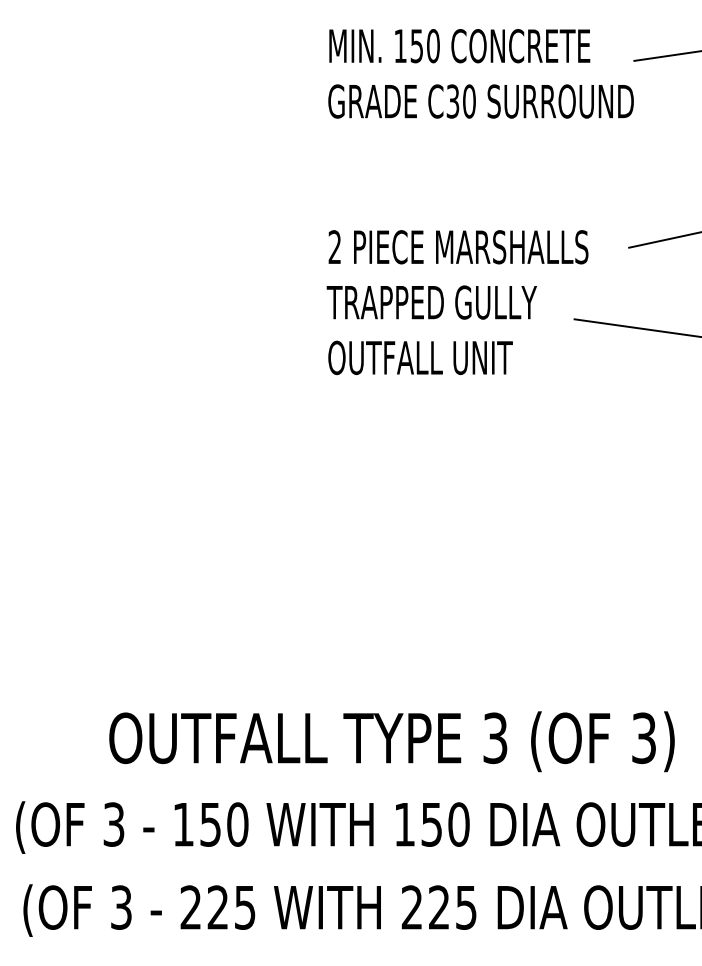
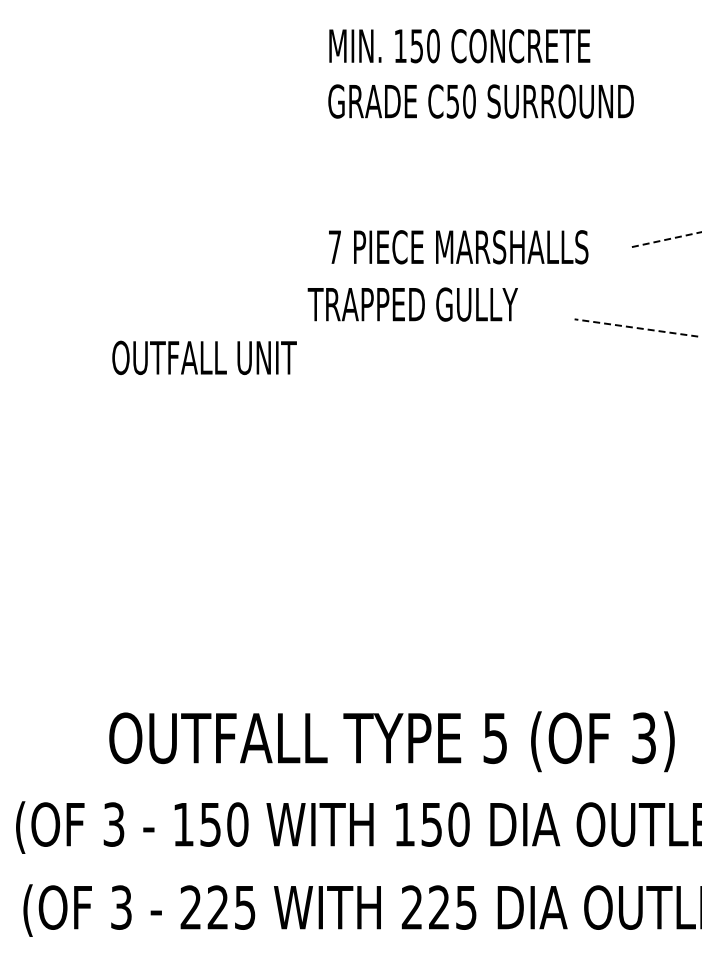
line at (666, 55): present -> none
text at (453, 100): C30 -> C50
line at (665, 239): solid -> dashed
text at (334, 246): 2 -> 7
text at (431, 302) position: (431, 302) -> (412, 304)
line at (637, 328): solid -> dashed
text at (420, 357) position: (420, 357) -> (204, 357)
text at (495, 737): 3 -> 5
